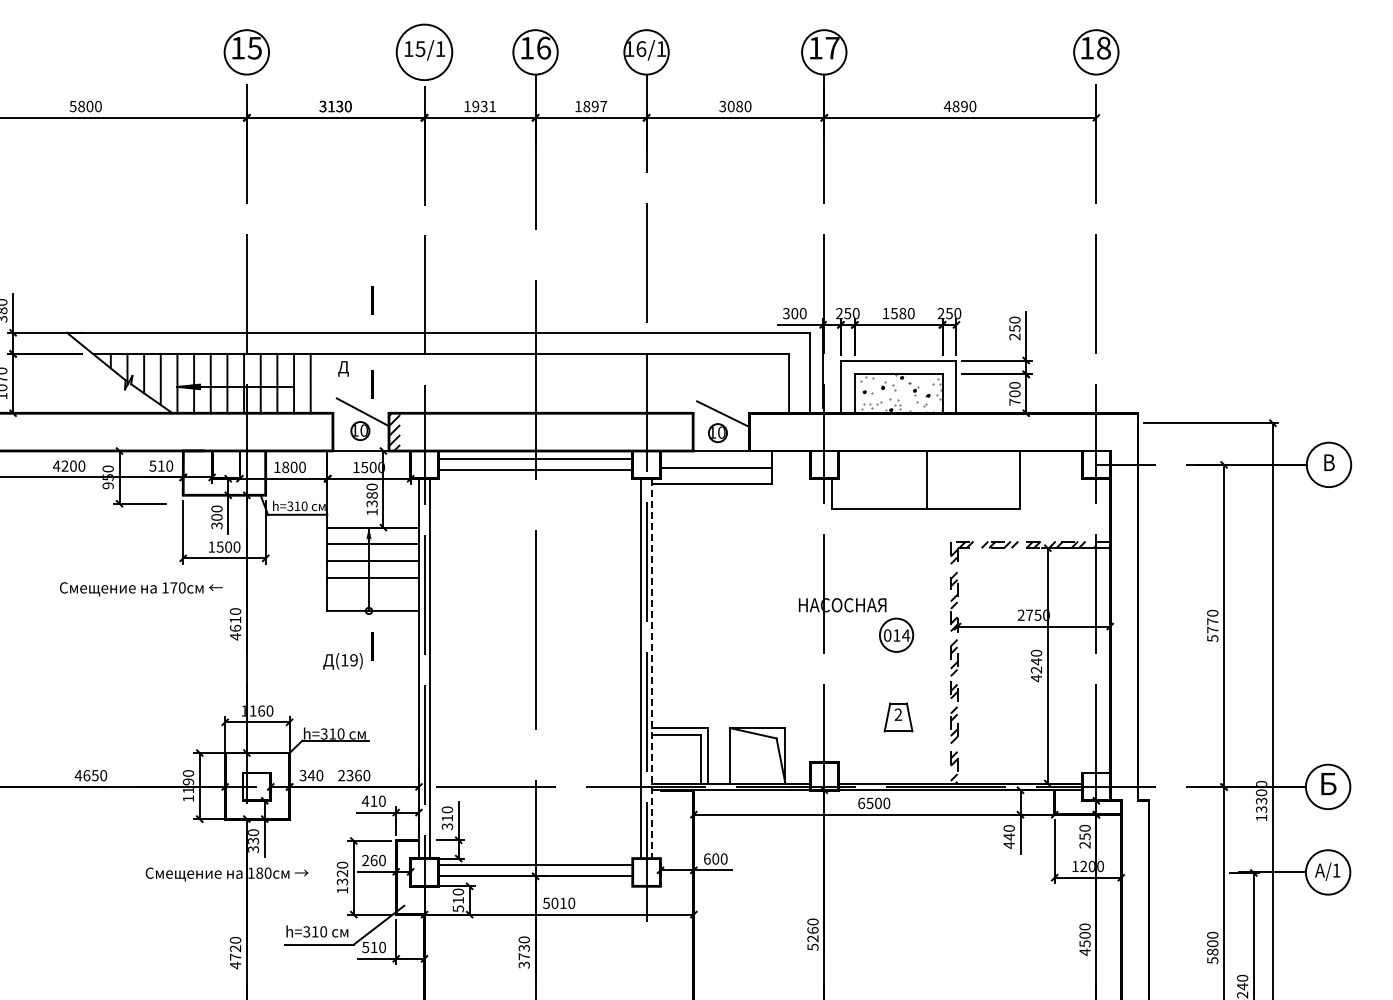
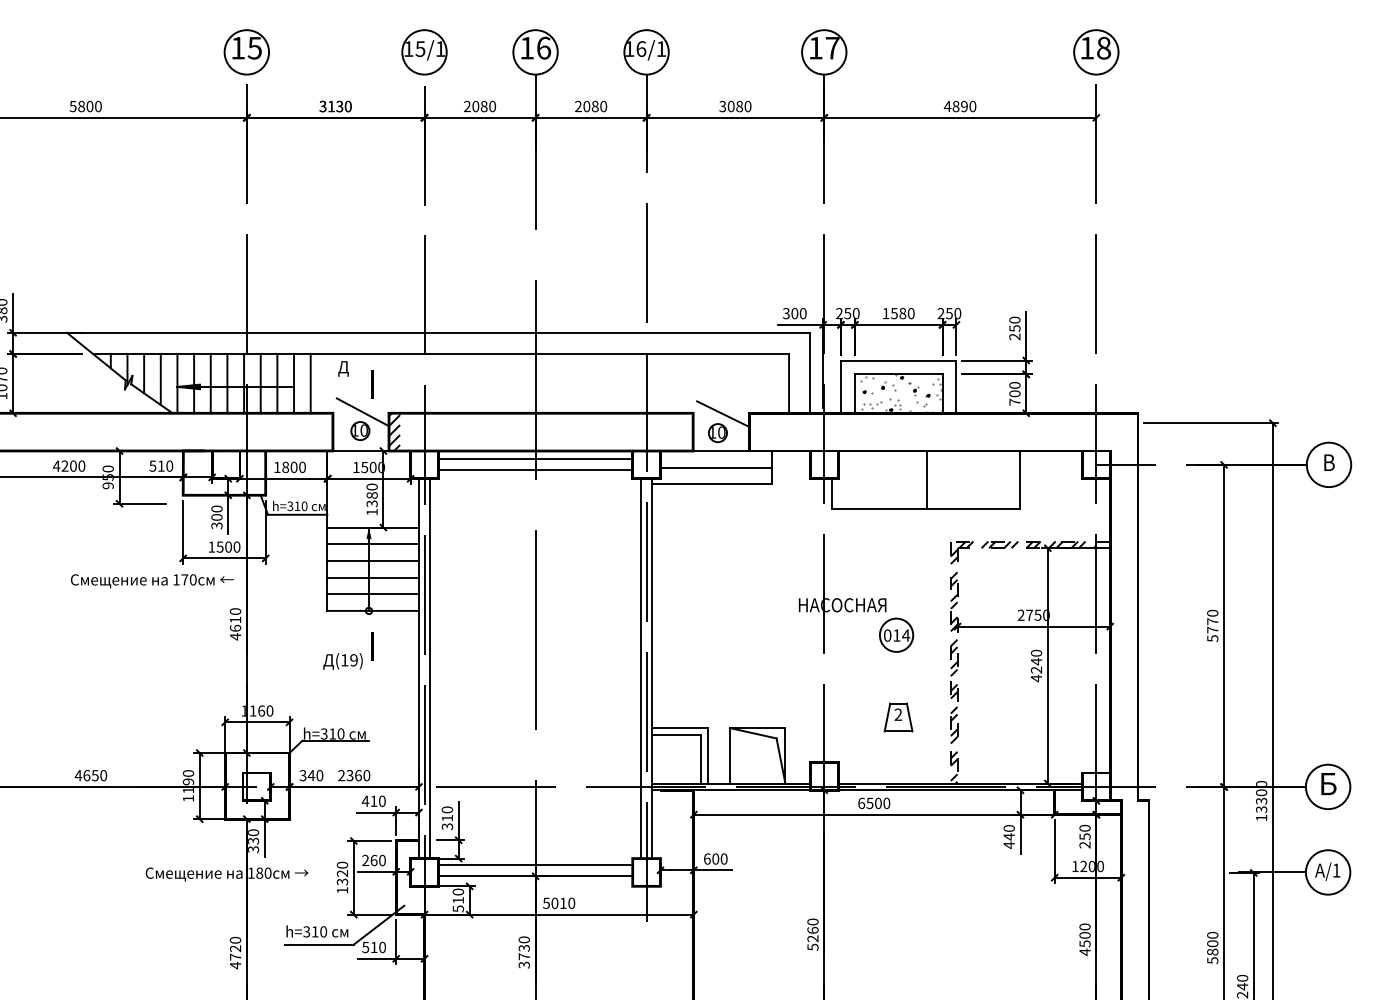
circle at (424, 52) diameter: 56 px -> 44 px
text at (480, 106): 1931 -> 2080
text at (591, 106): 1897 -> 2080
line at (372, 300): present -> none
text at (141, 589) position: (141, 589) -> (152, 581)
line at (372, 594): none -> present
line at (652, 668): dashed -> solid
